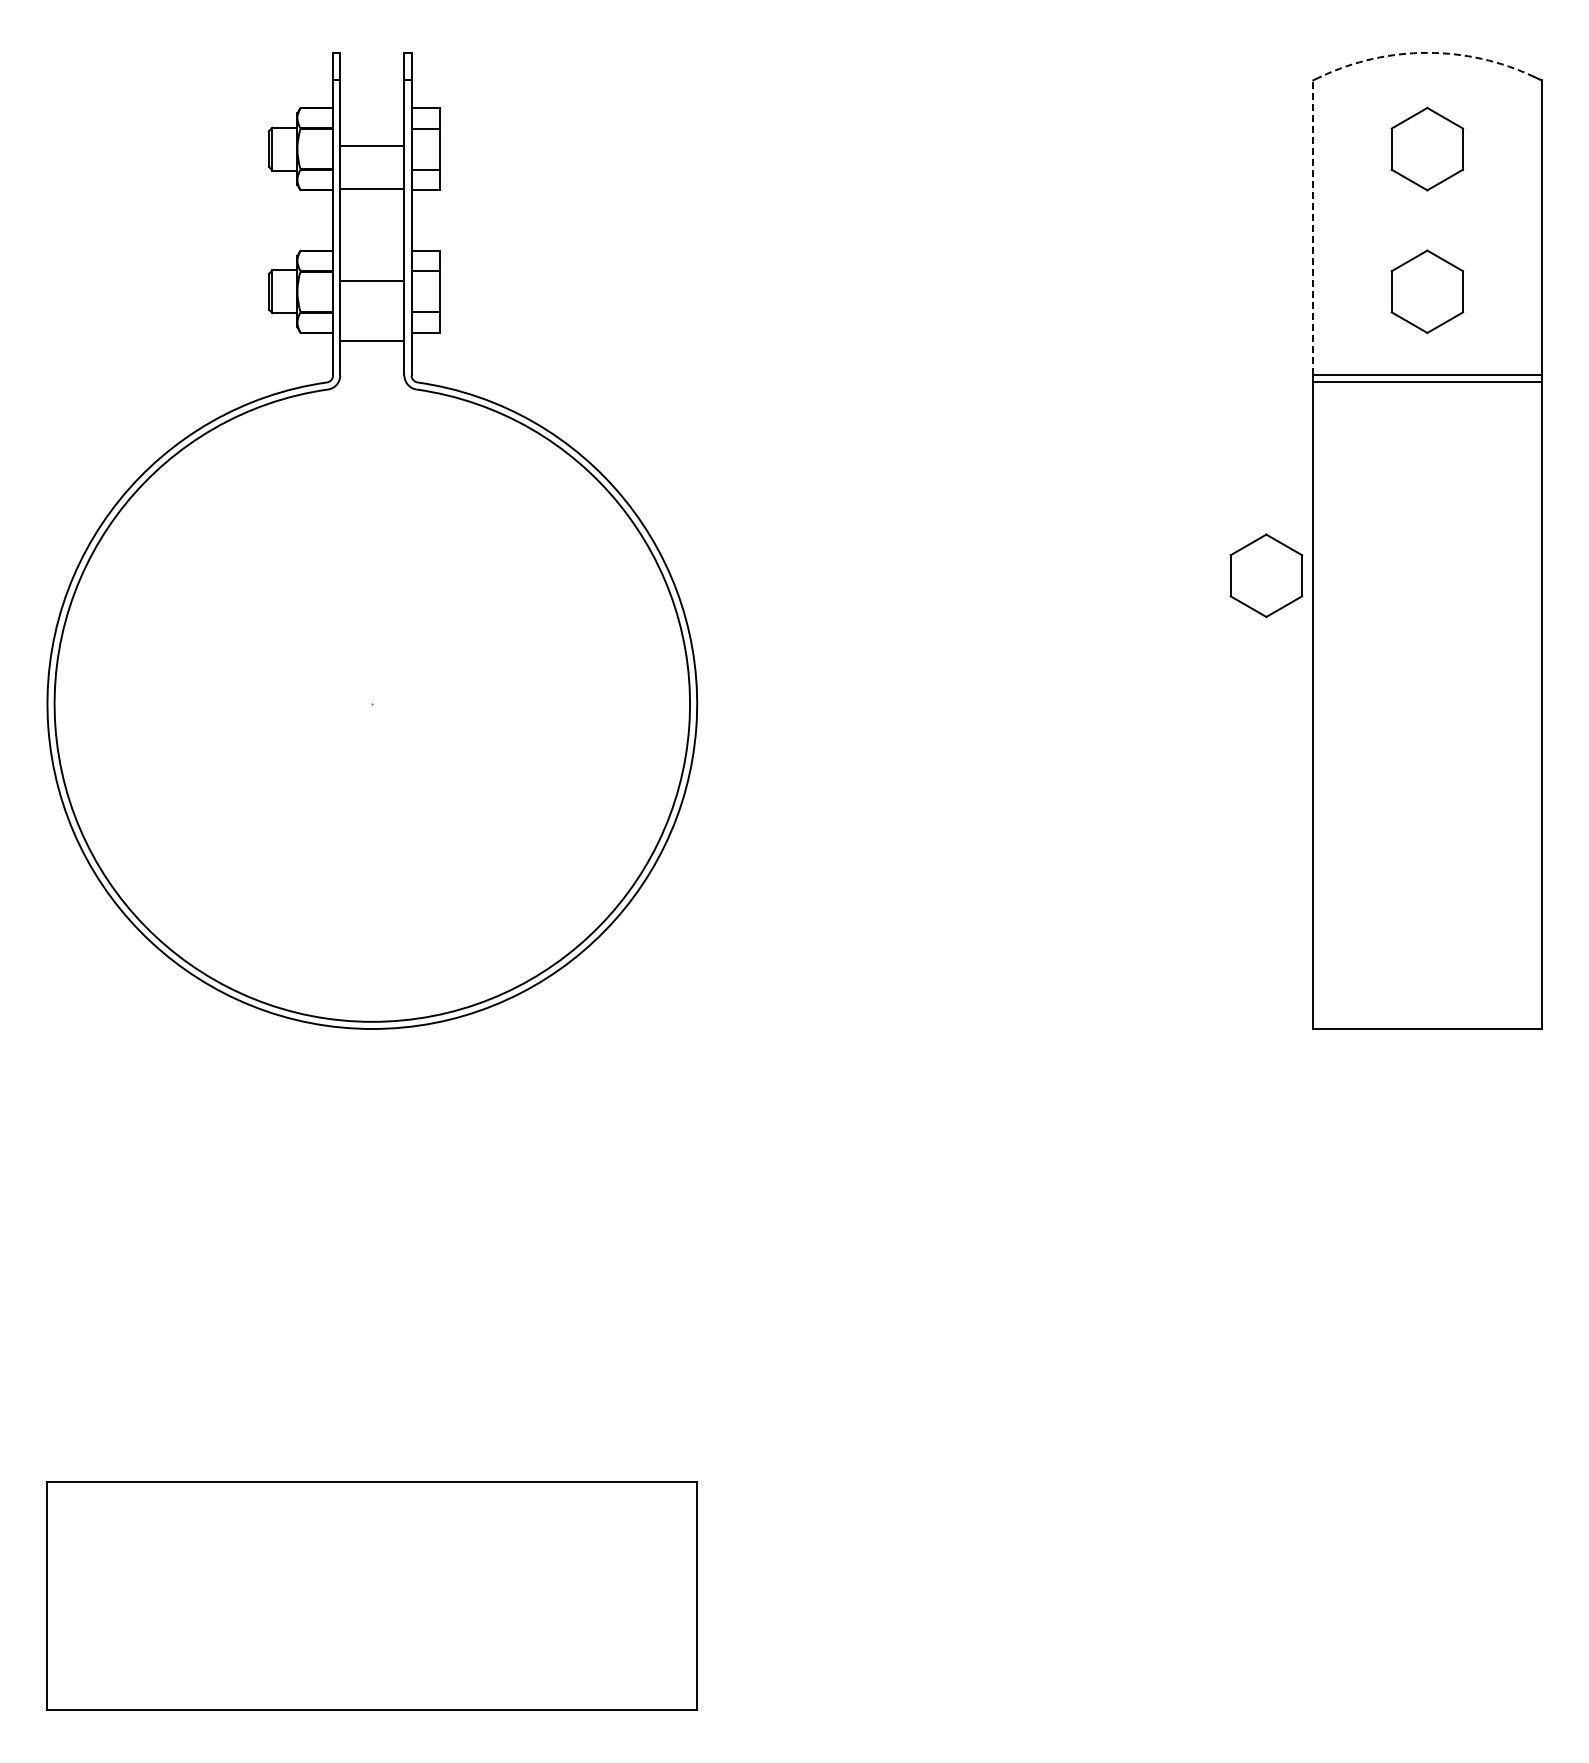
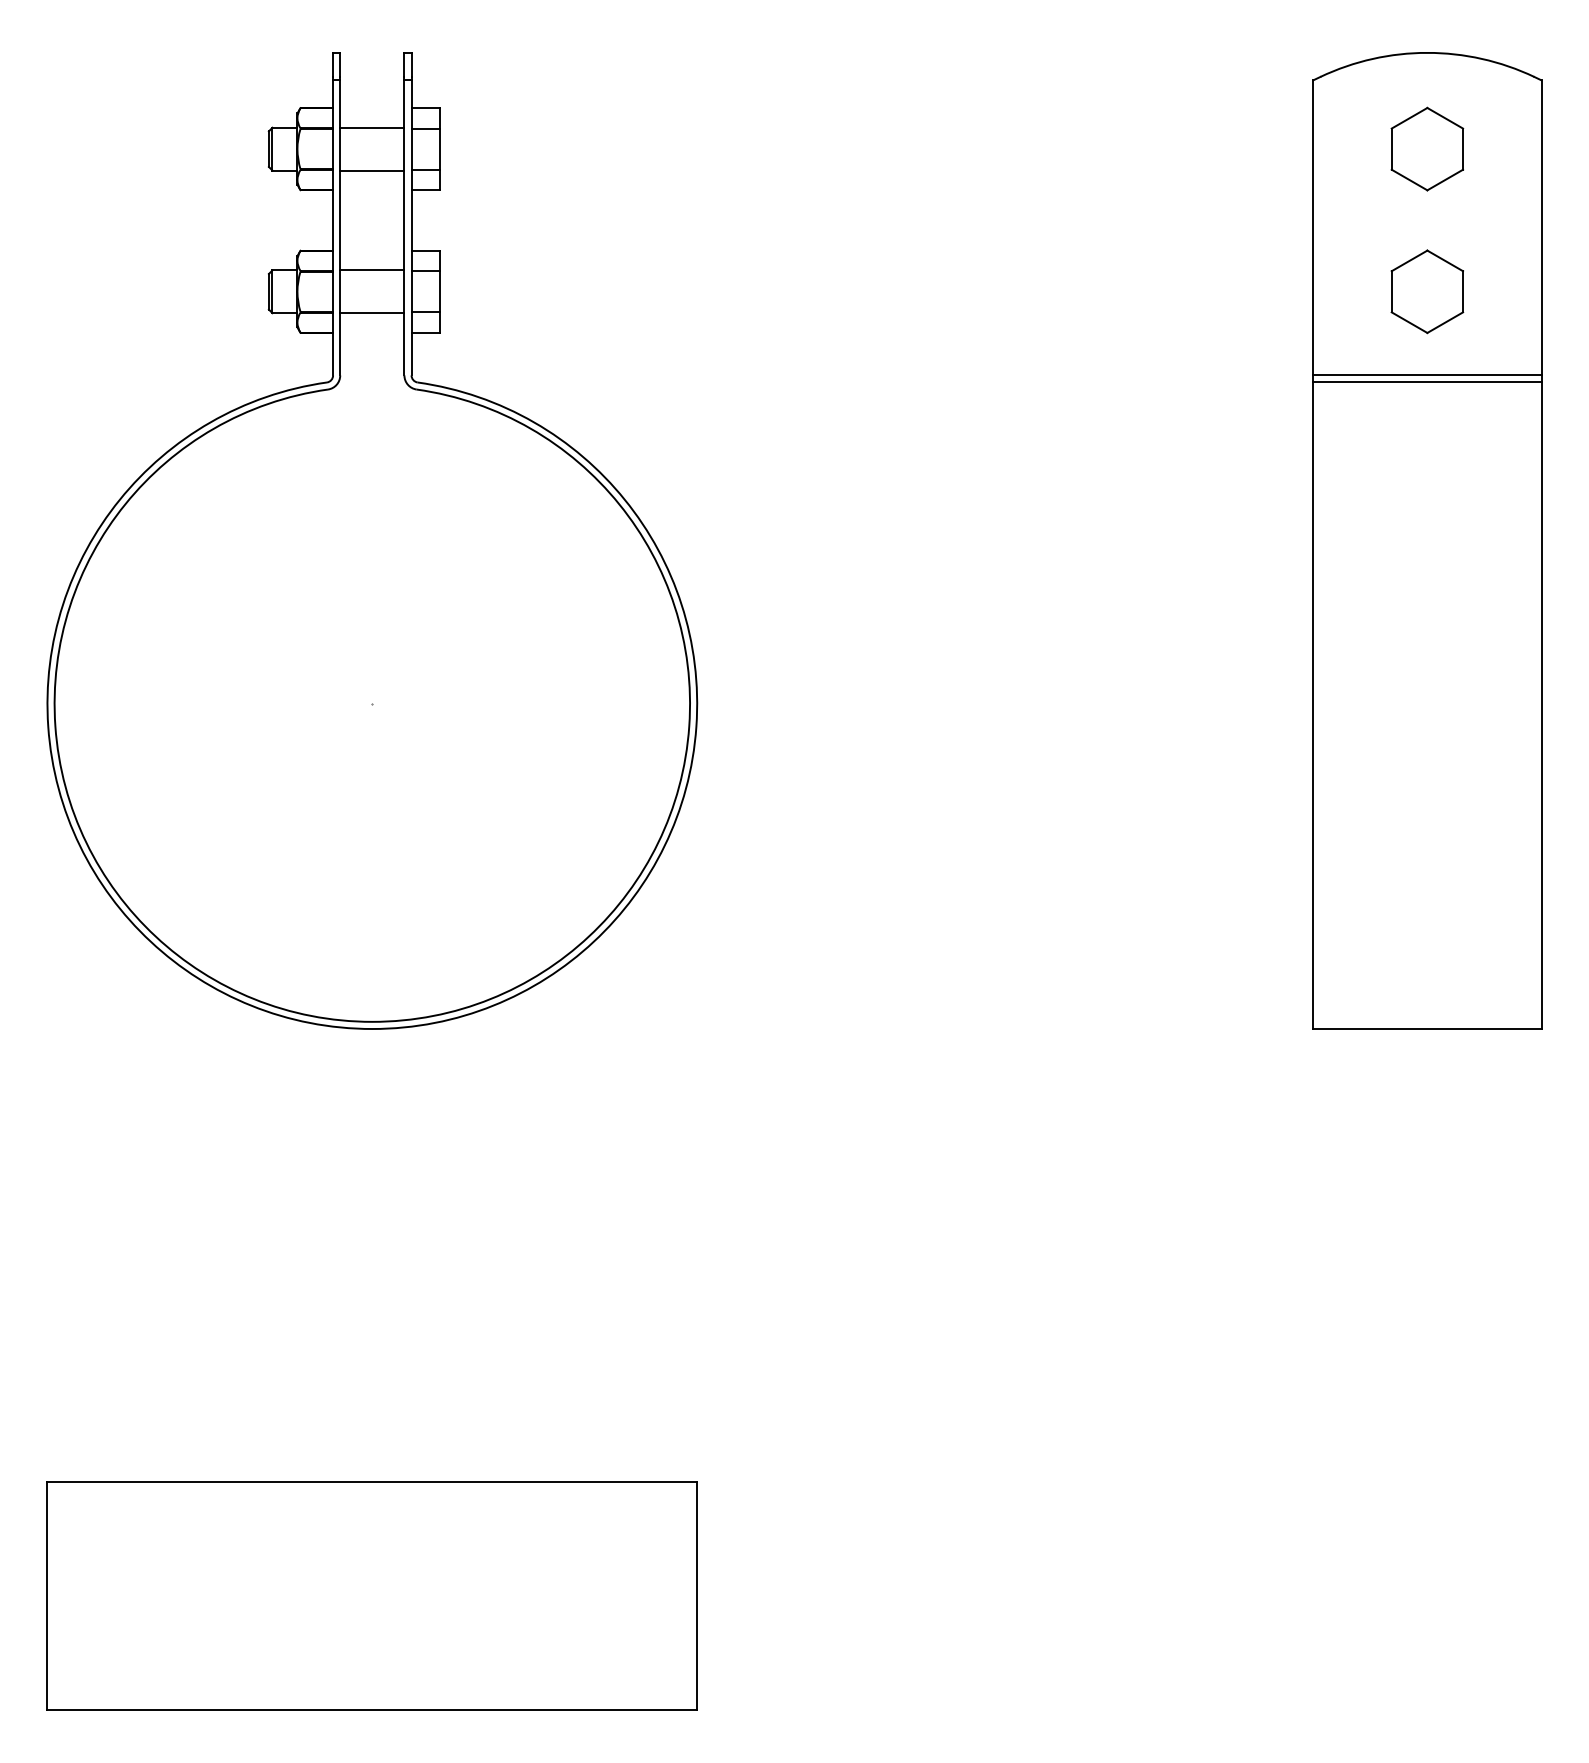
arc at (1427, 52): dashed -> solid
line at (372, 145) position: (372, 145) -> (372, 127)
line at (372, 188) position: (372, 188) -> (372, 170)
line at (1313, 227): dashed -> solid
line at (372, 281) position: (372, 281) -> (372, 270)
line at (372, 341) position: (372, 341) -> (372, 313)
part at (1266, 575): present -> none
